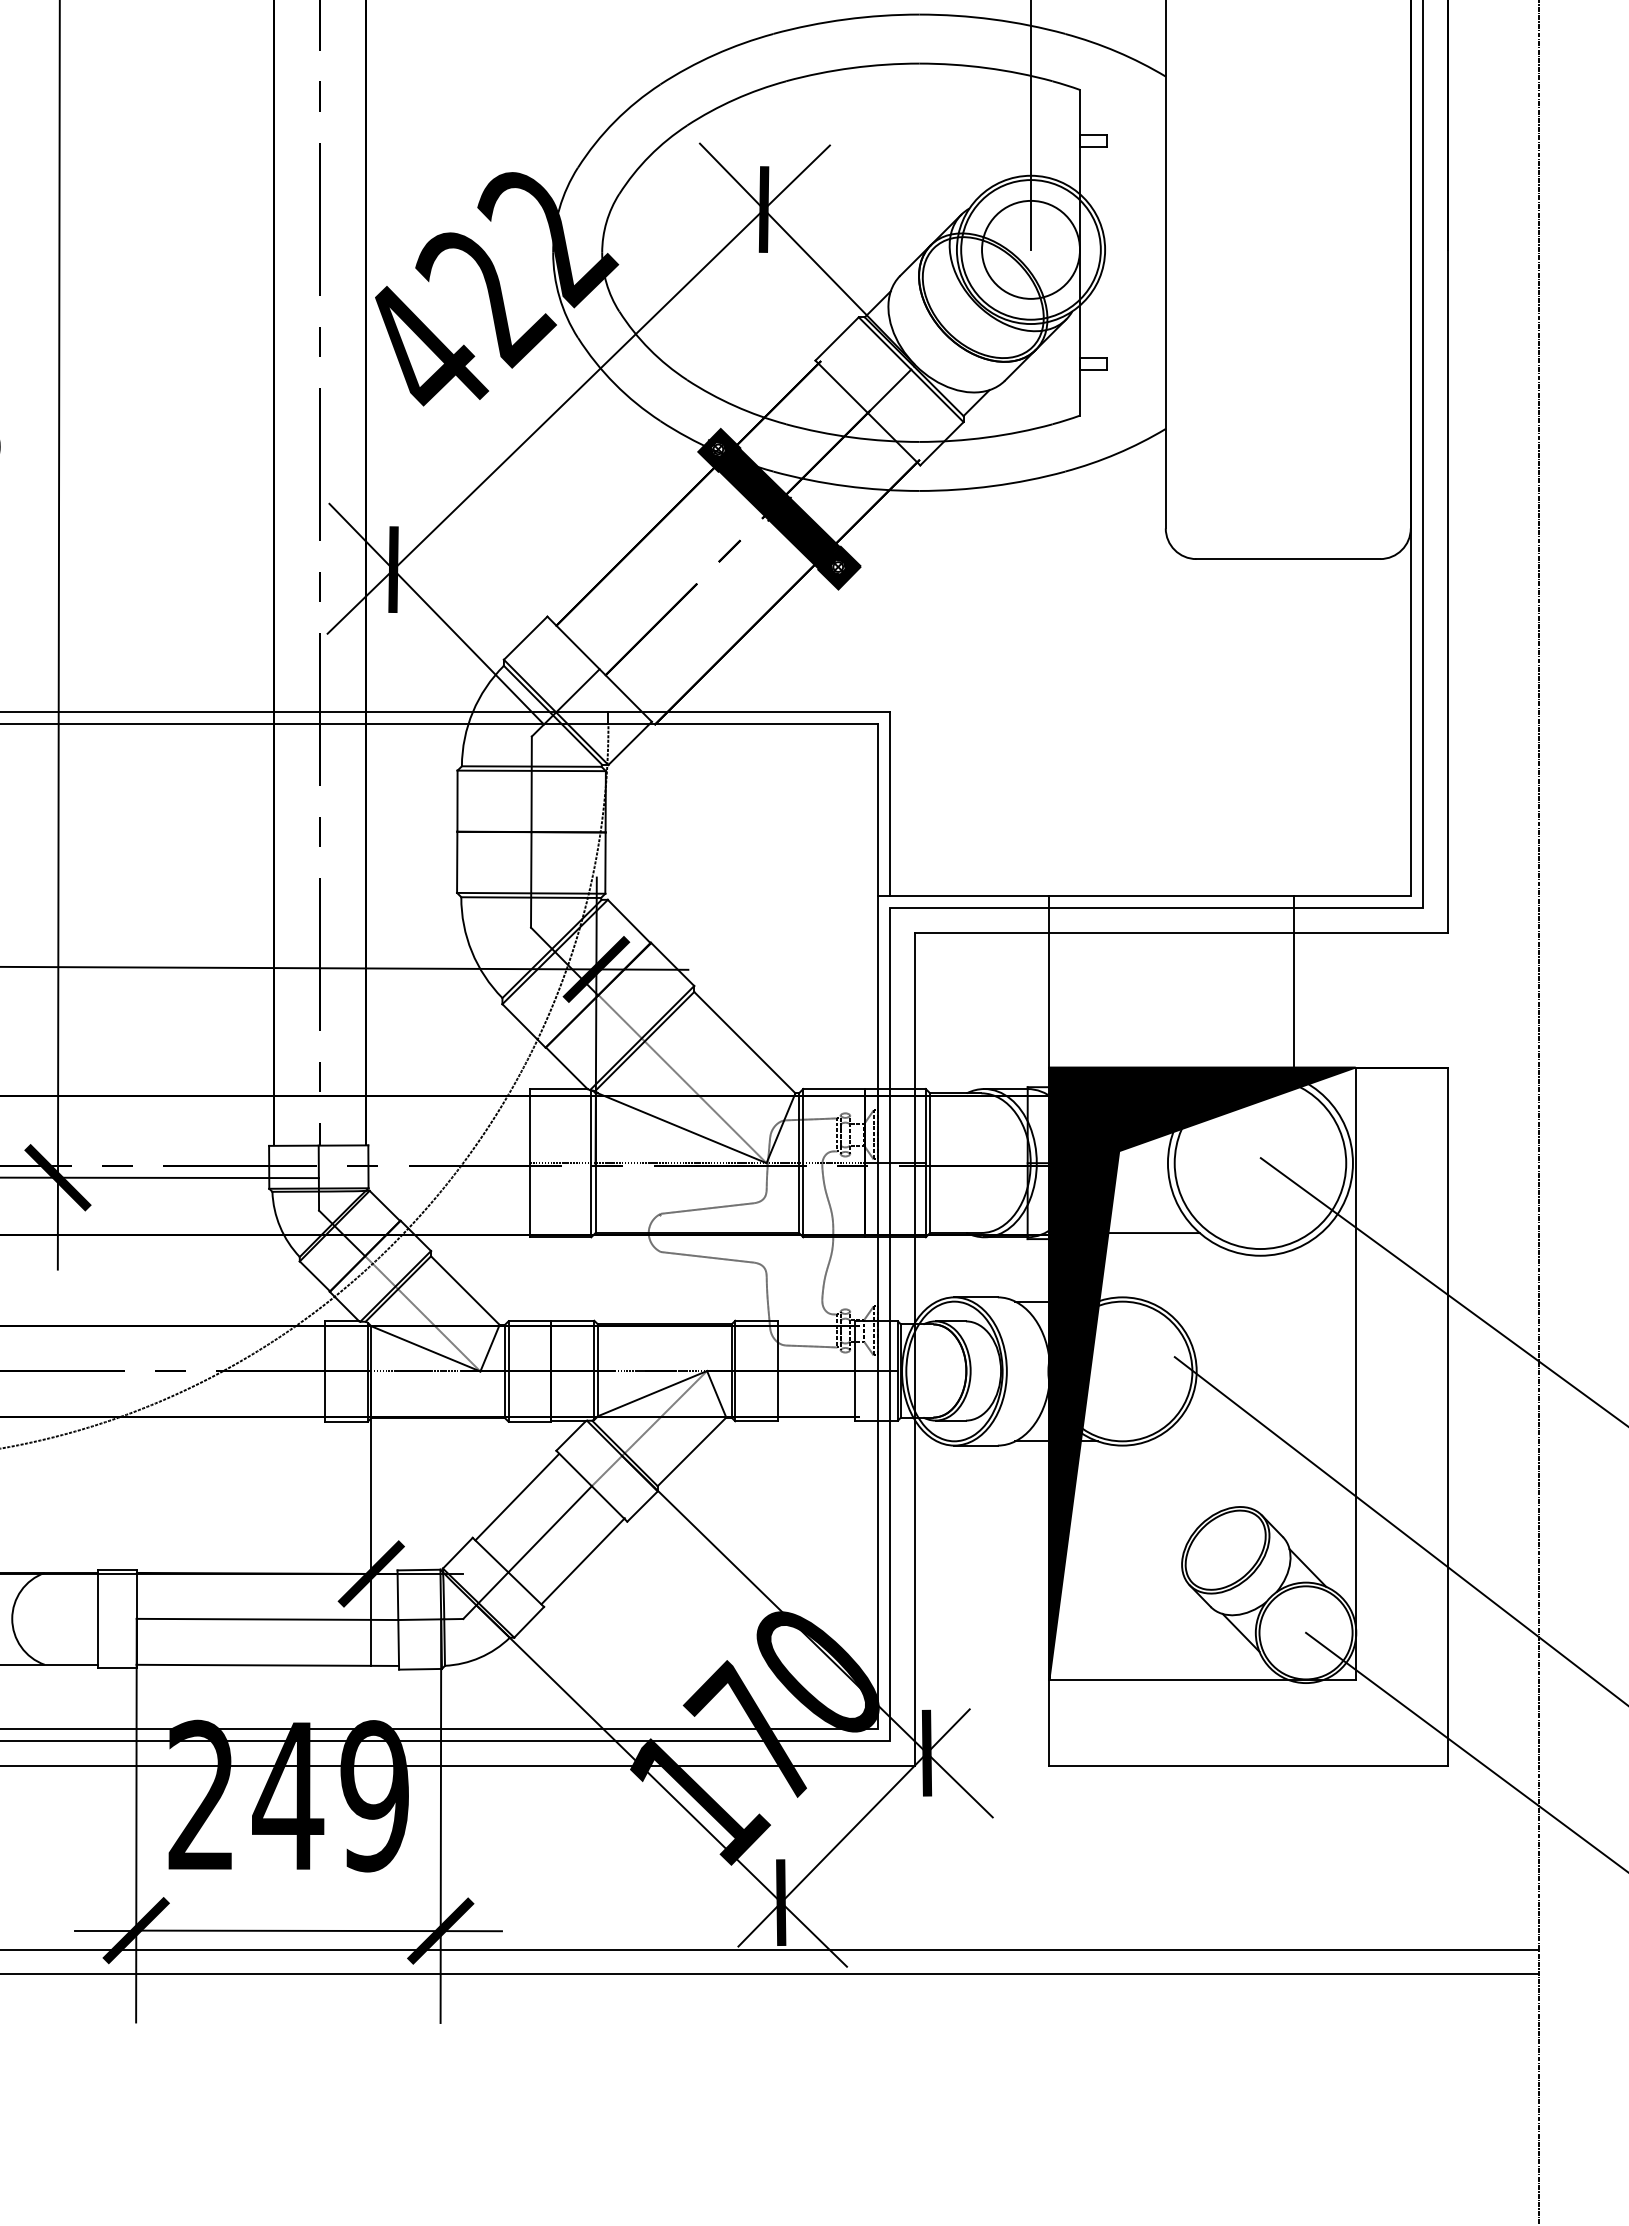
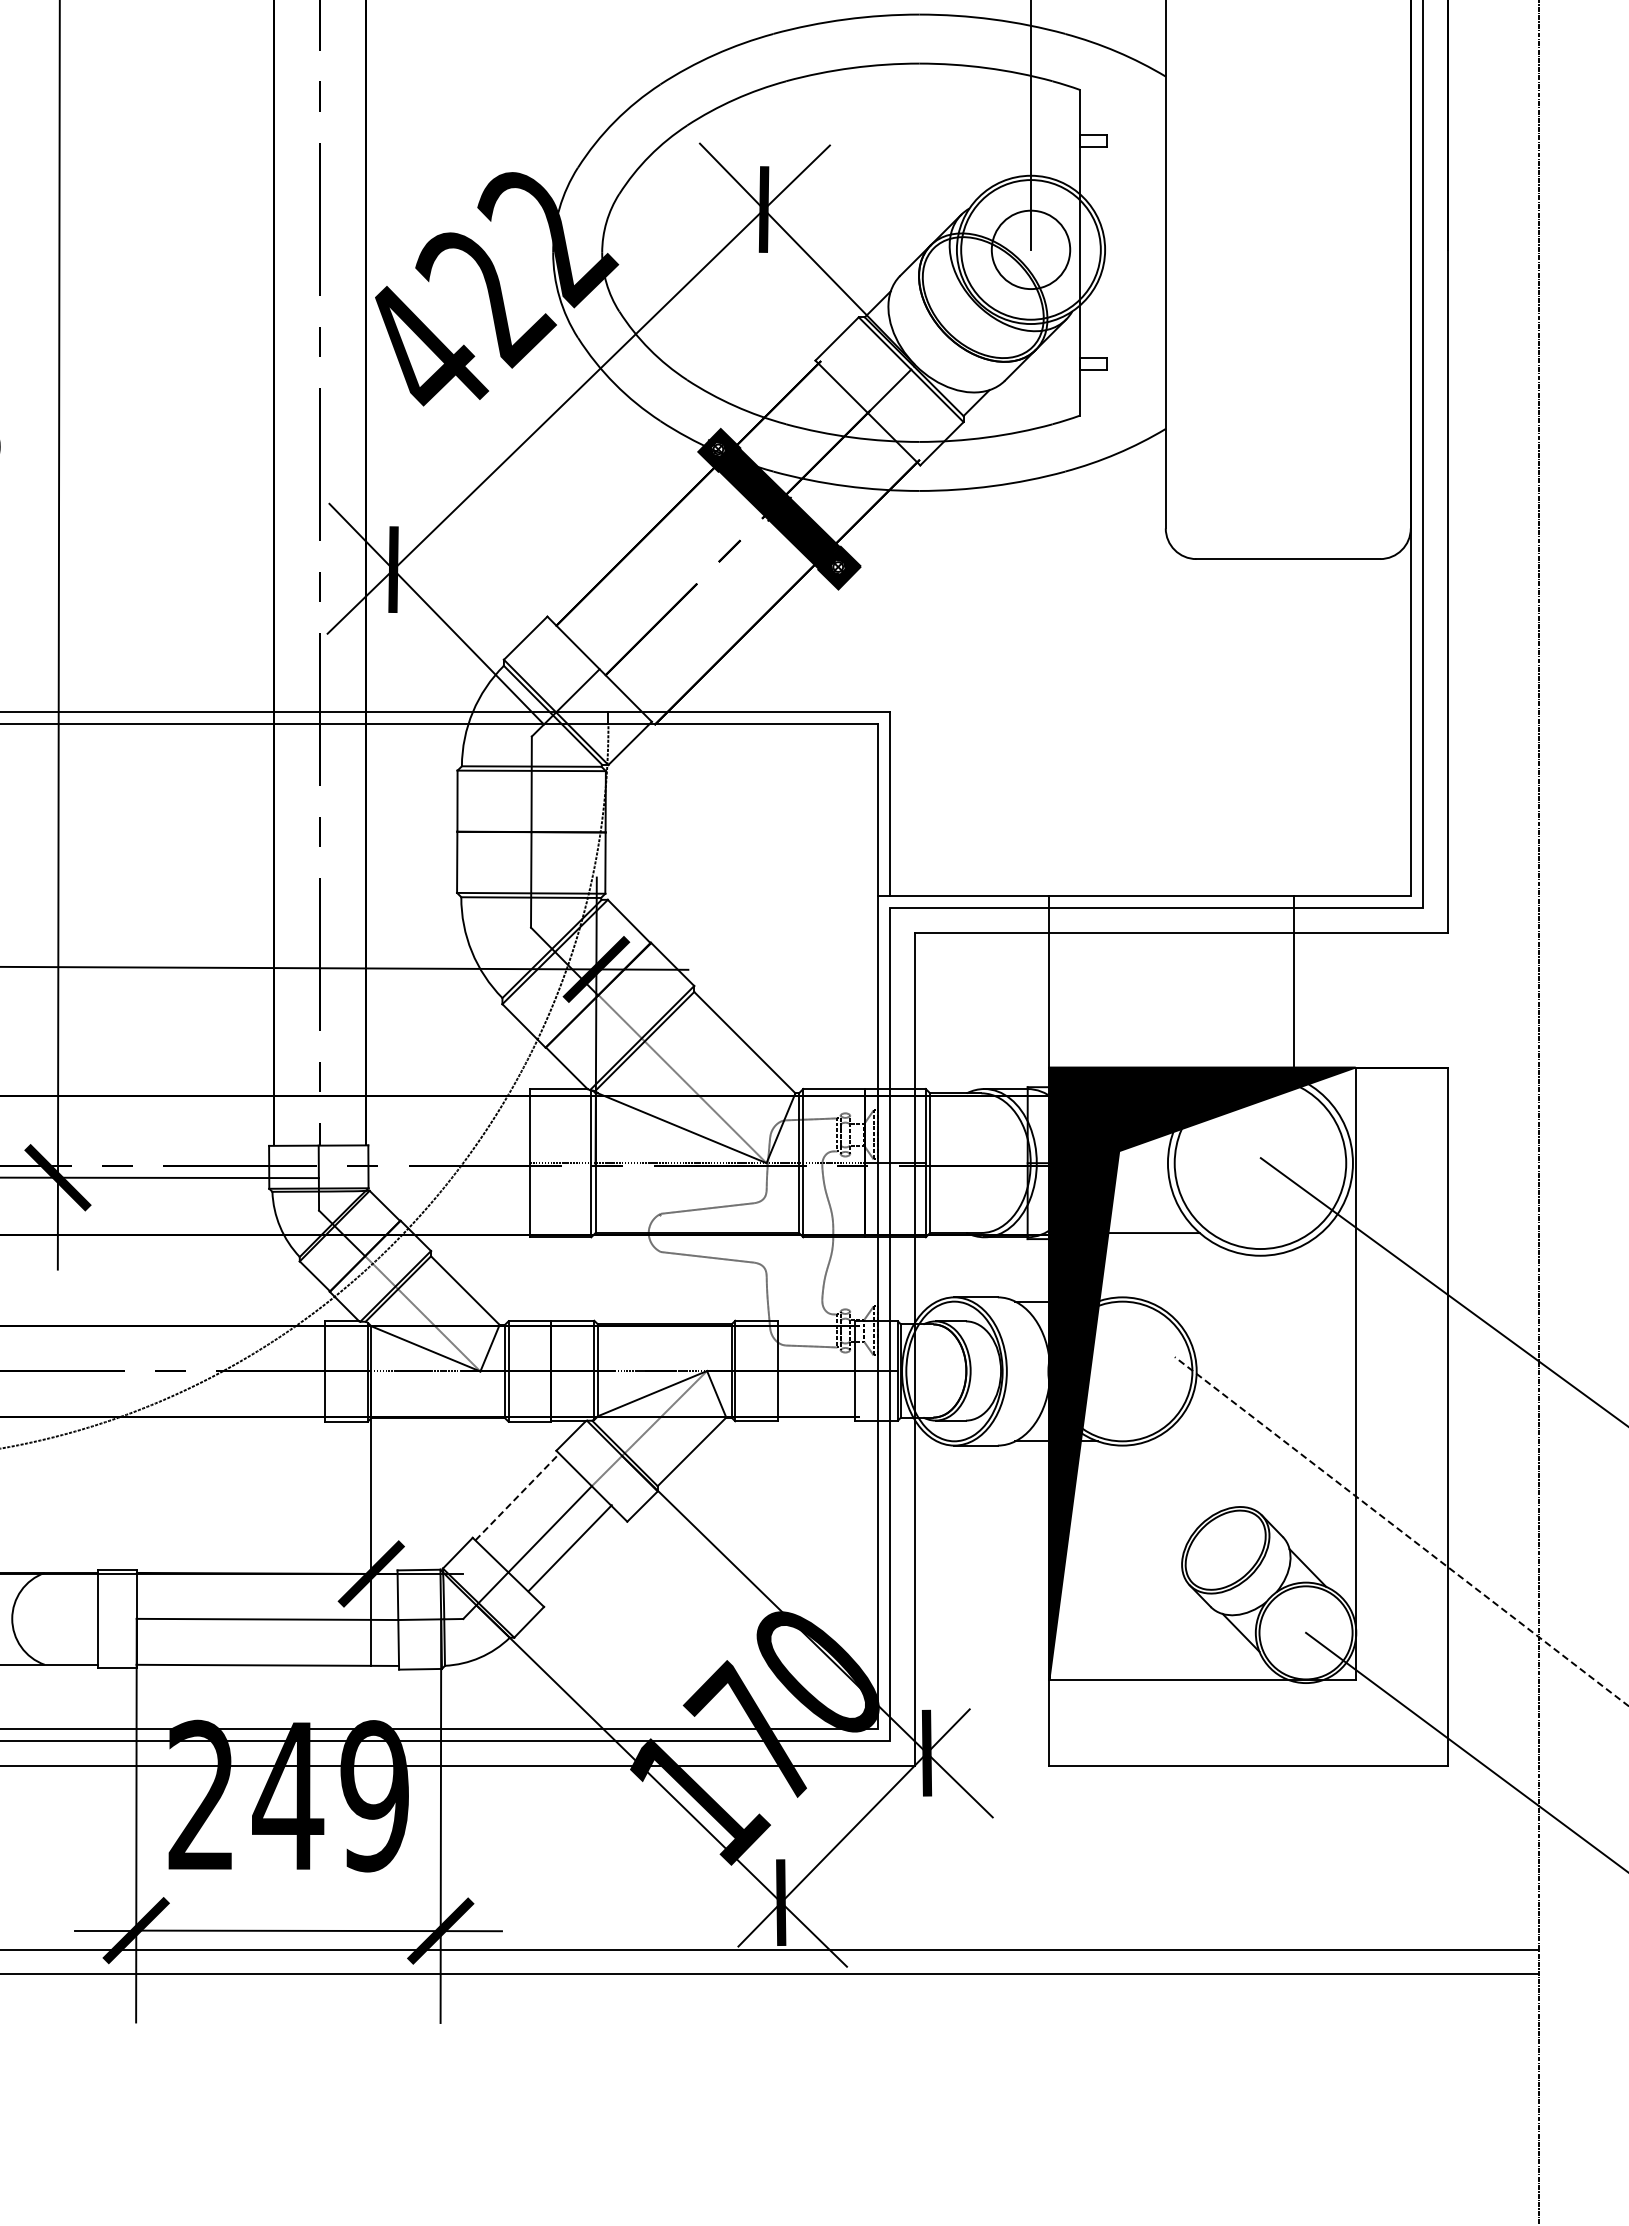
circle at (1031, 249) diameter: 98 px -> 78 px
line at (517, 1497): solid -> dashed
line at (1401, 1531): solid -> dashed
line at (582, 1561) position: (582, 1561) -> (569, 1548)
